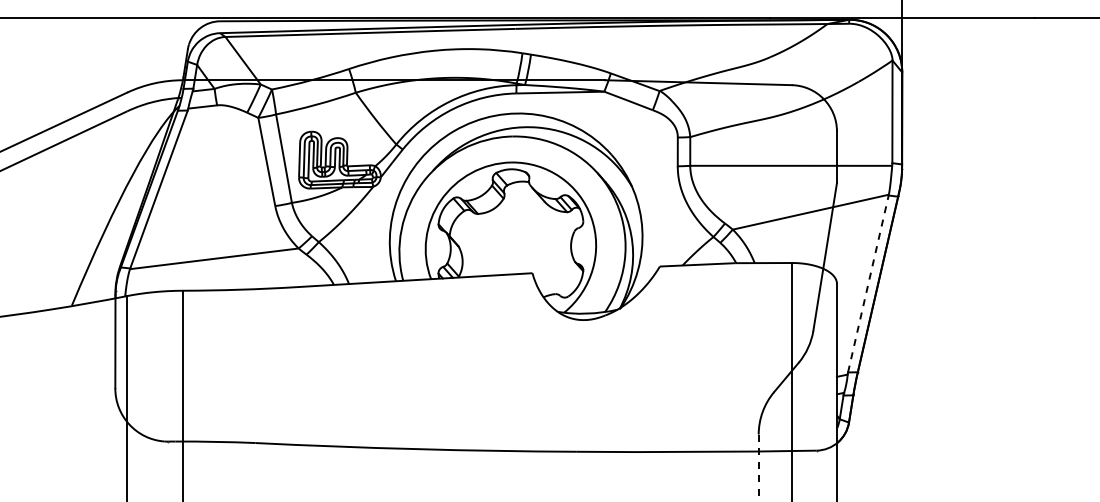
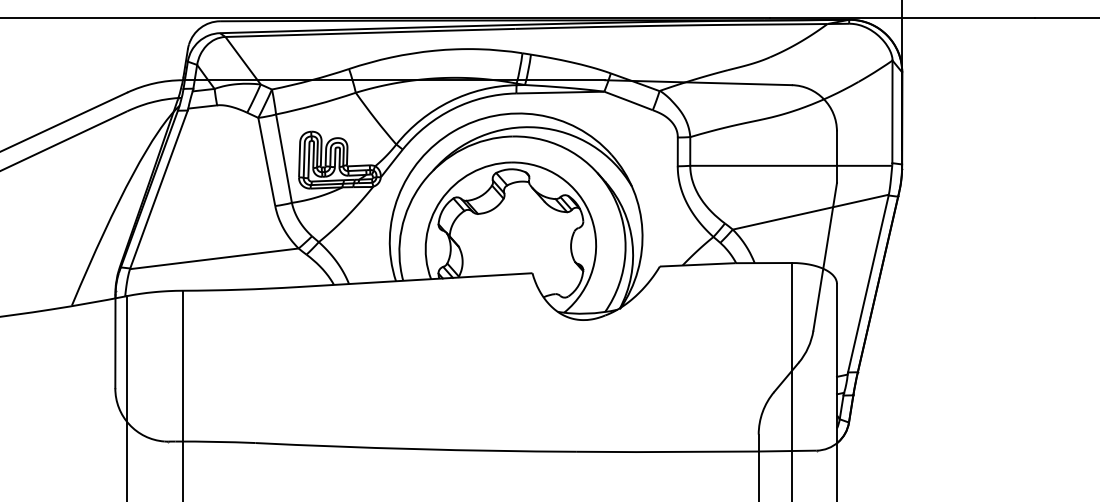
line at (868, 283): dashed -> solid
line at (758, 468): dashed -> solid
